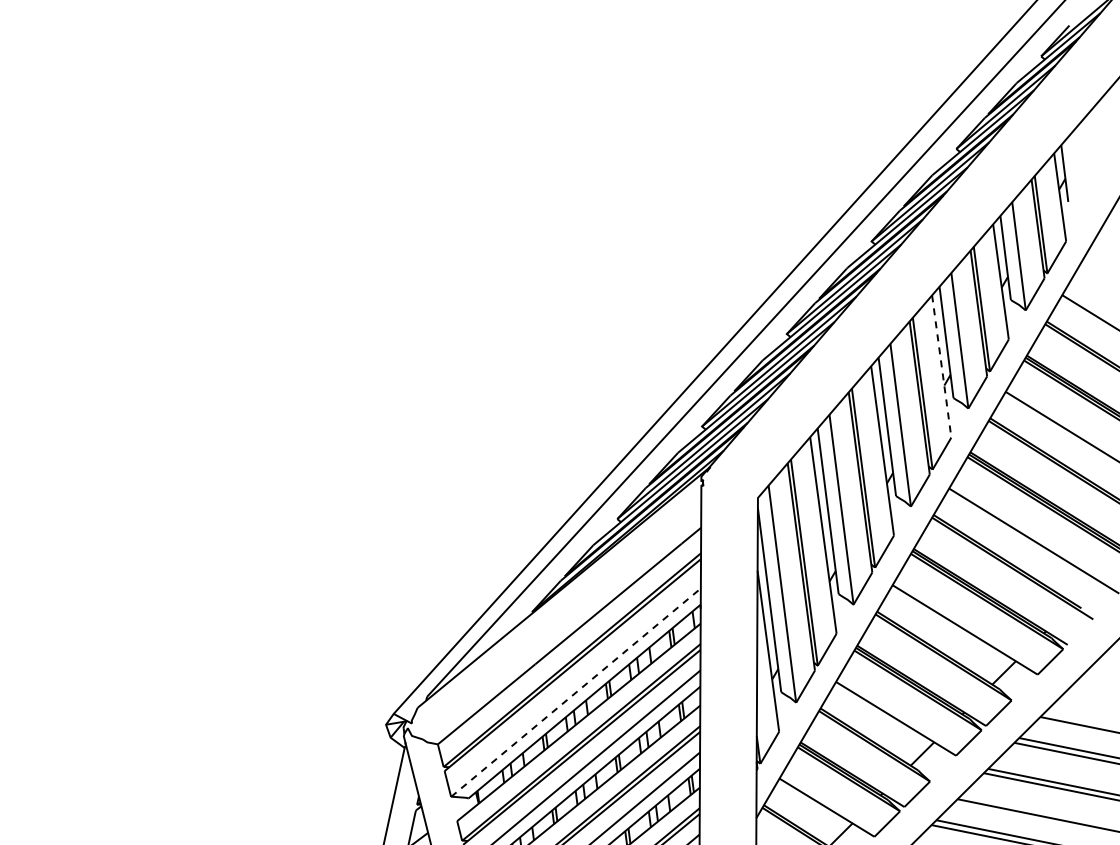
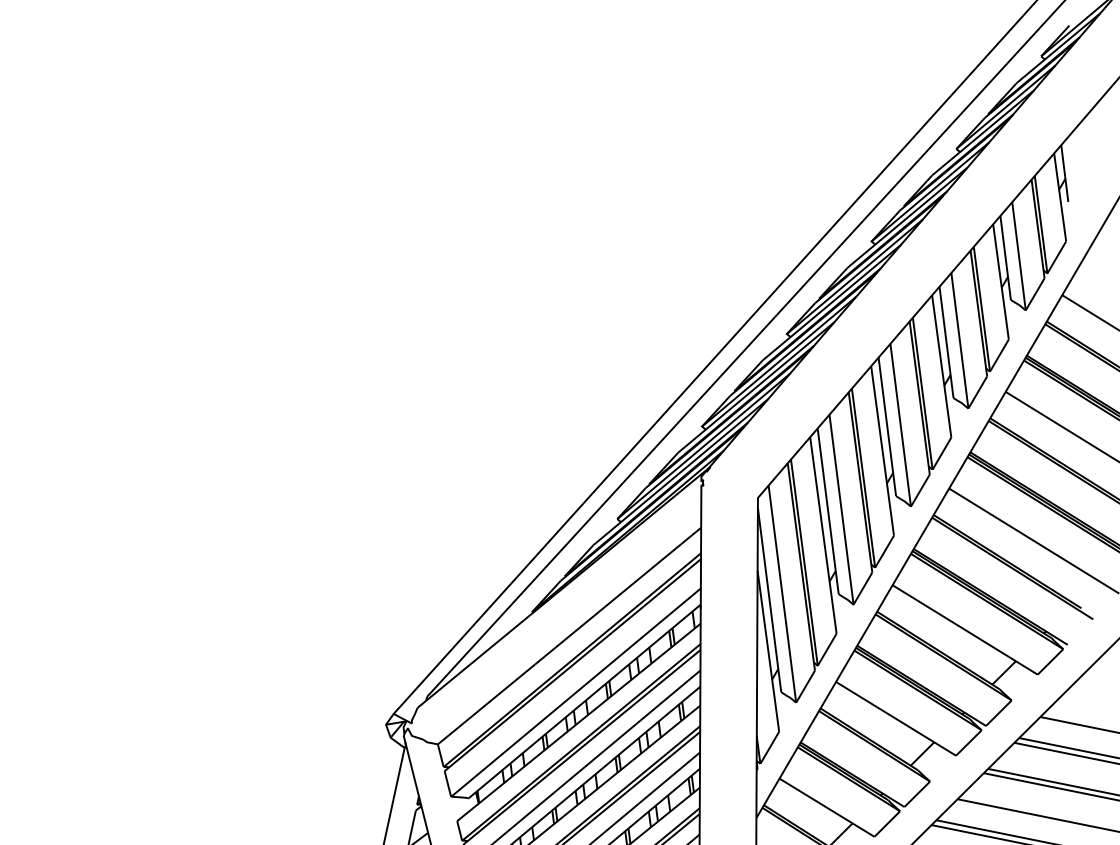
line at (941, 366): dashed -> solid
line at (576, 692): dashed -> solid
